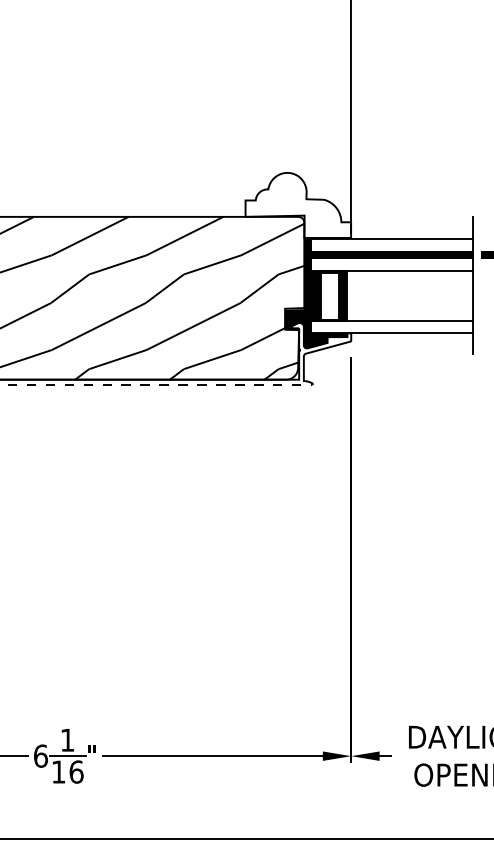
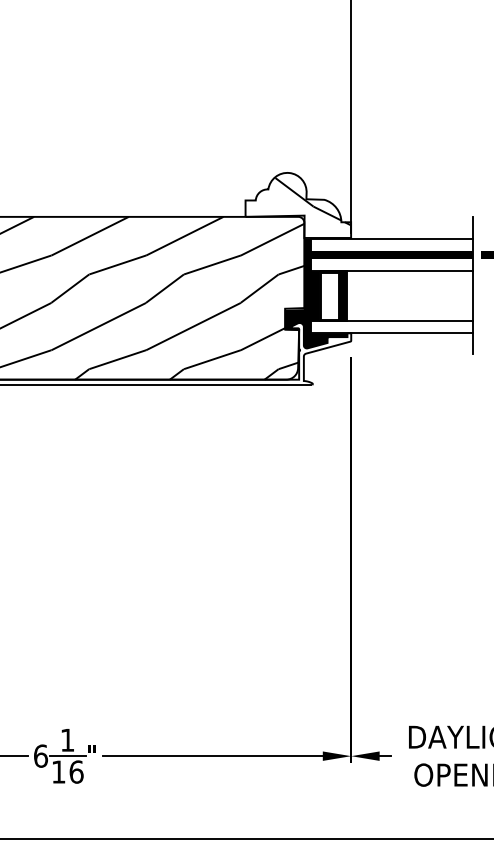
hatch at (312, 201): none -> present
line at (156, 384): dashed -> solid
